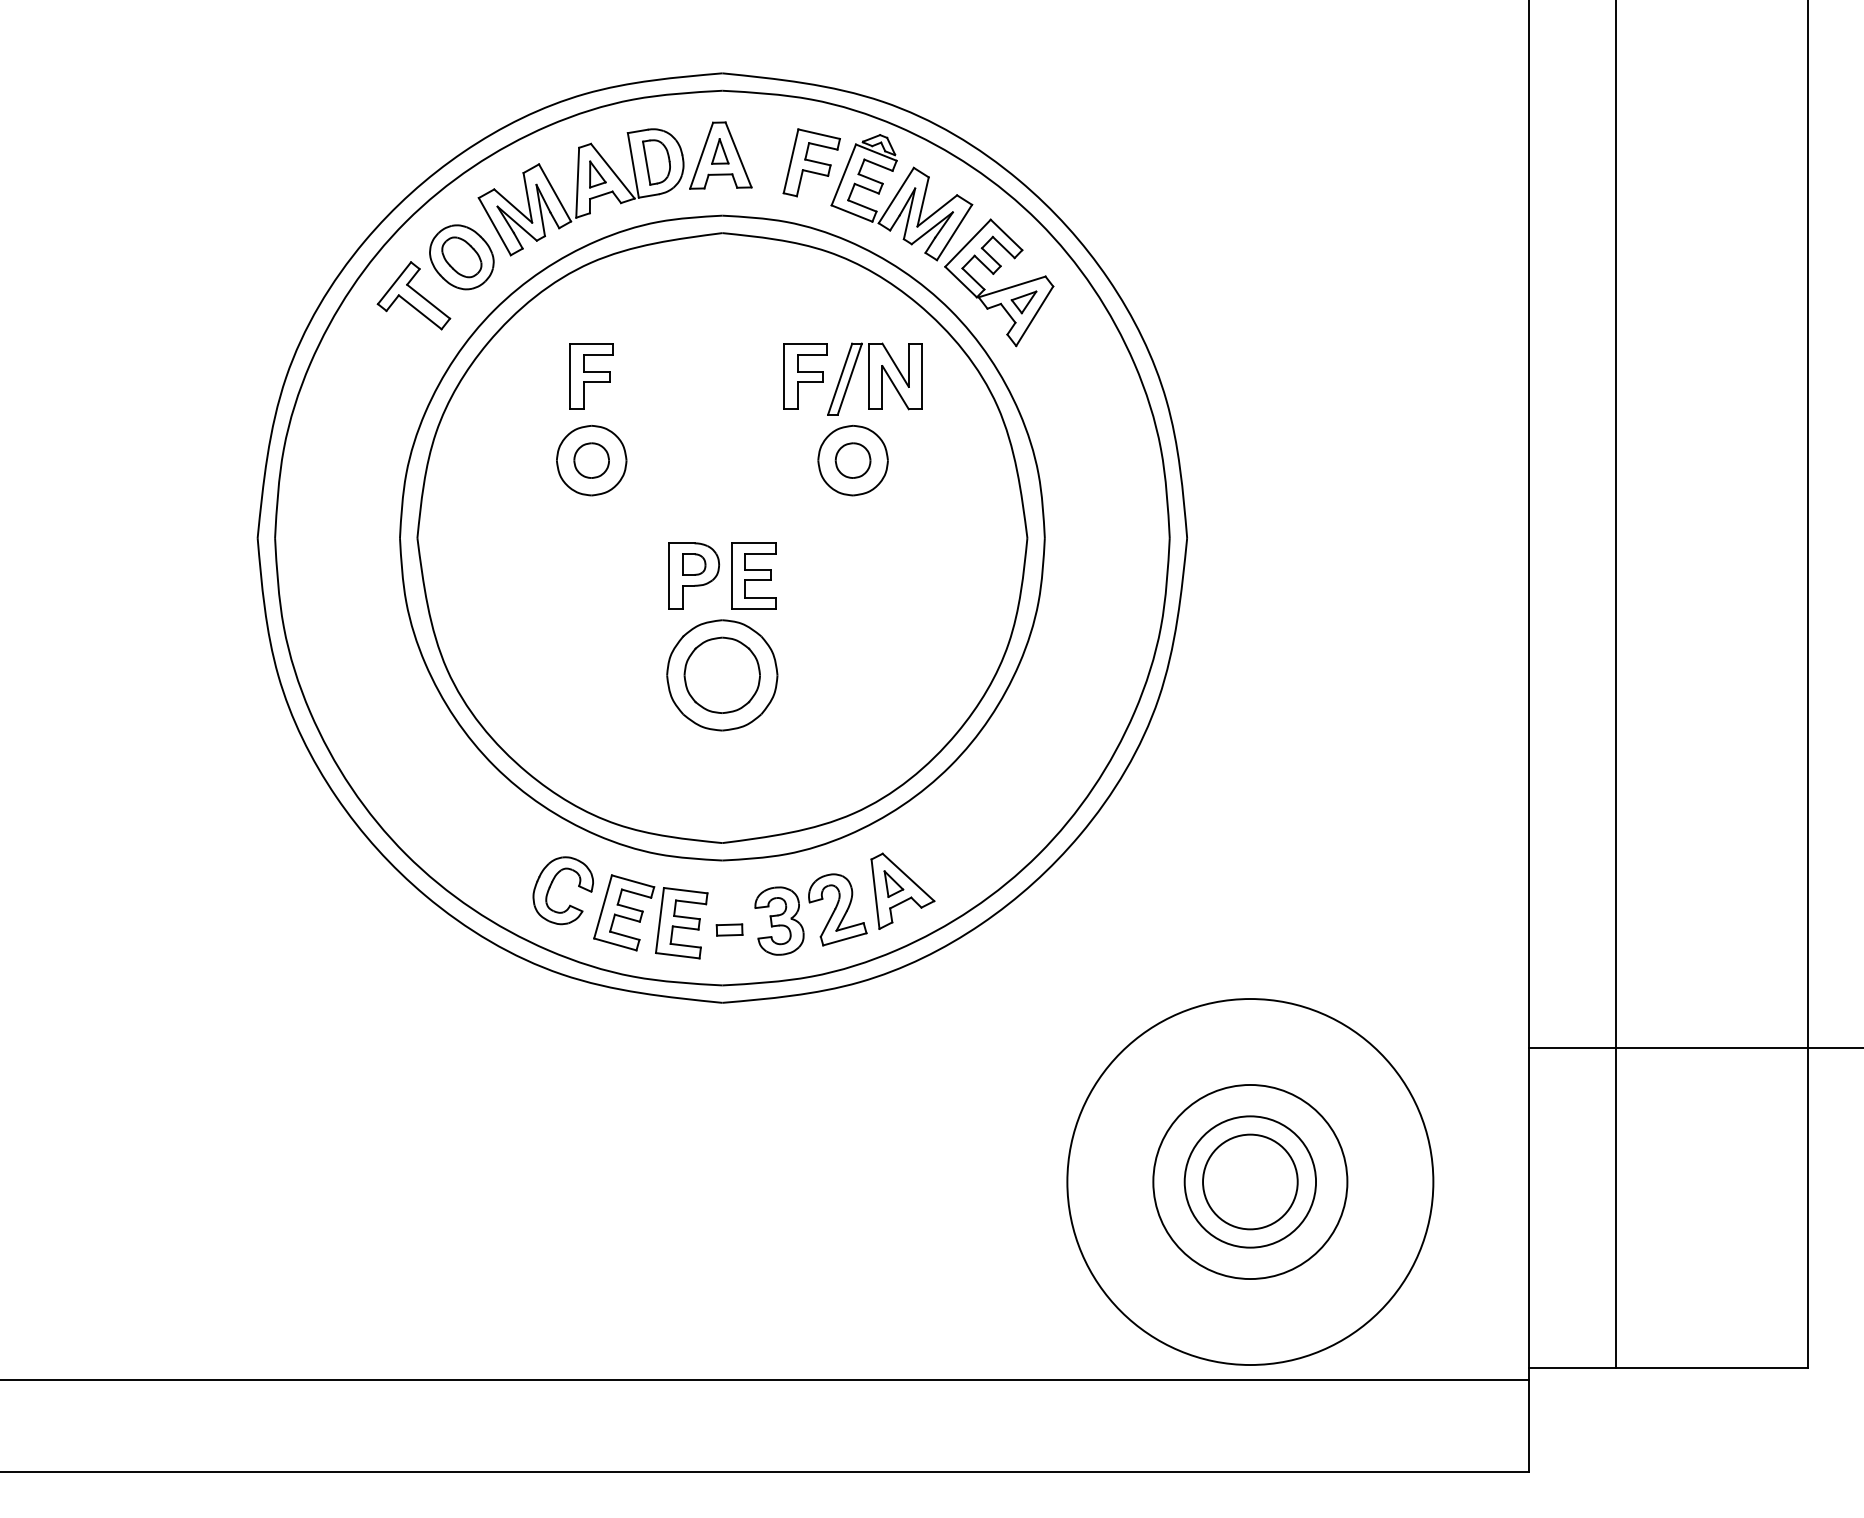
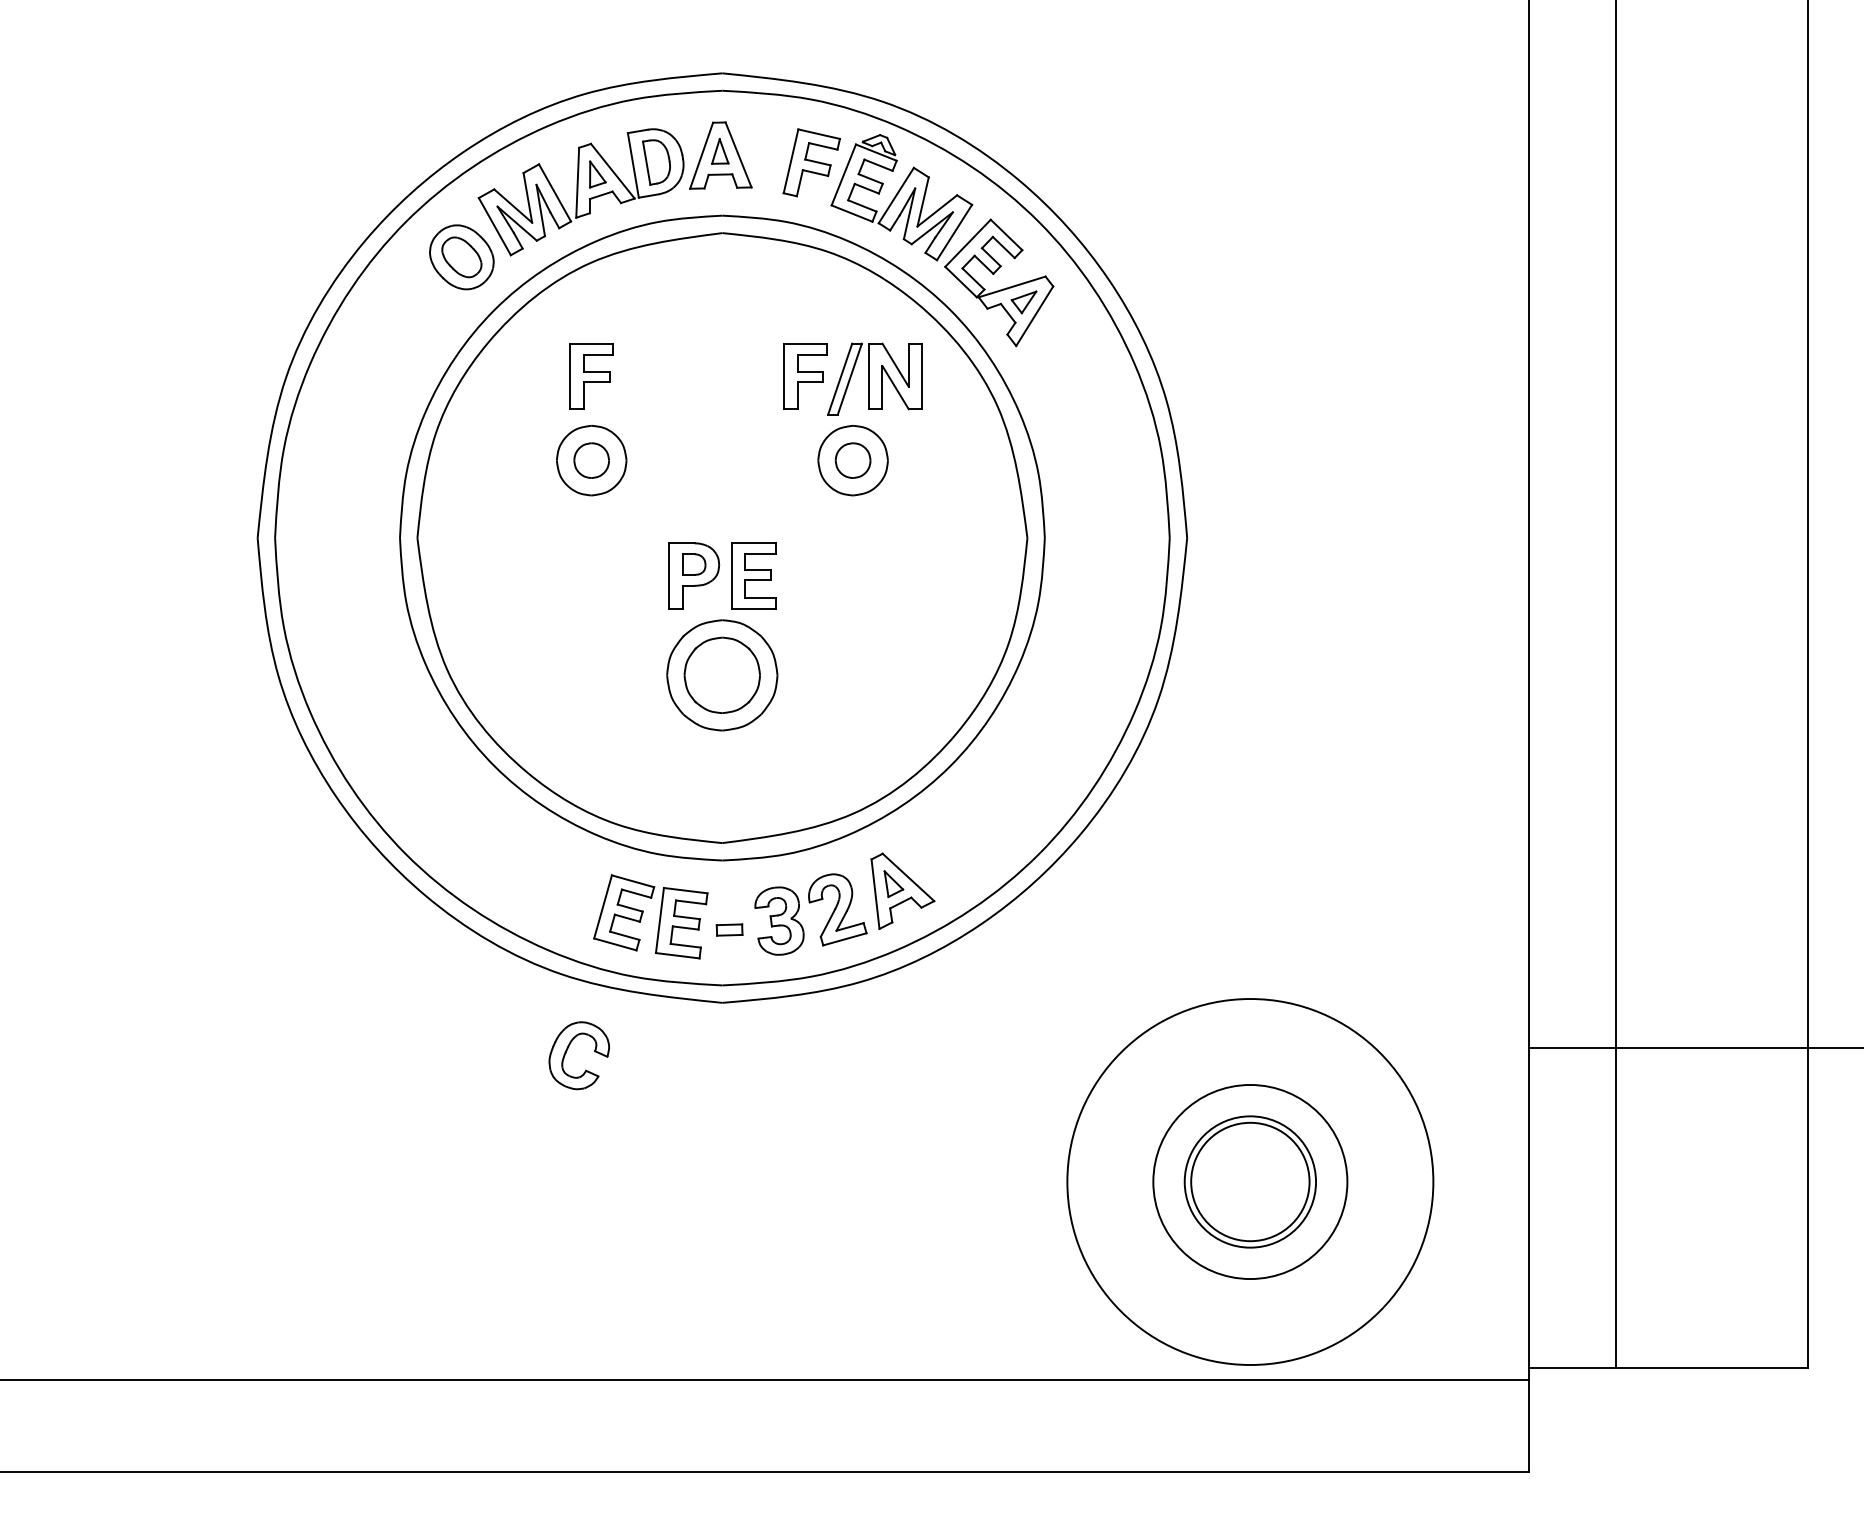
part at (413, 295): present -> none
part at (551, 886) position: (551, 886) -> (567, 1051)
circle at (1250, 1181) diameter: 95 px -> 118 px
